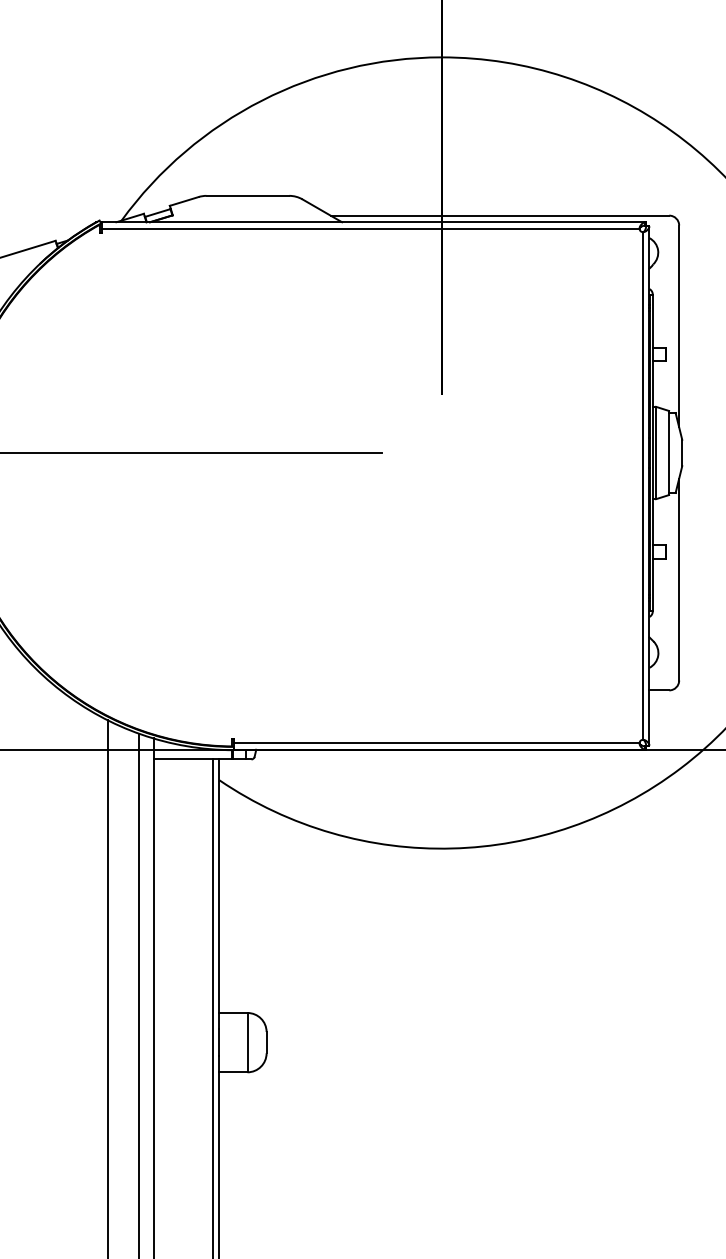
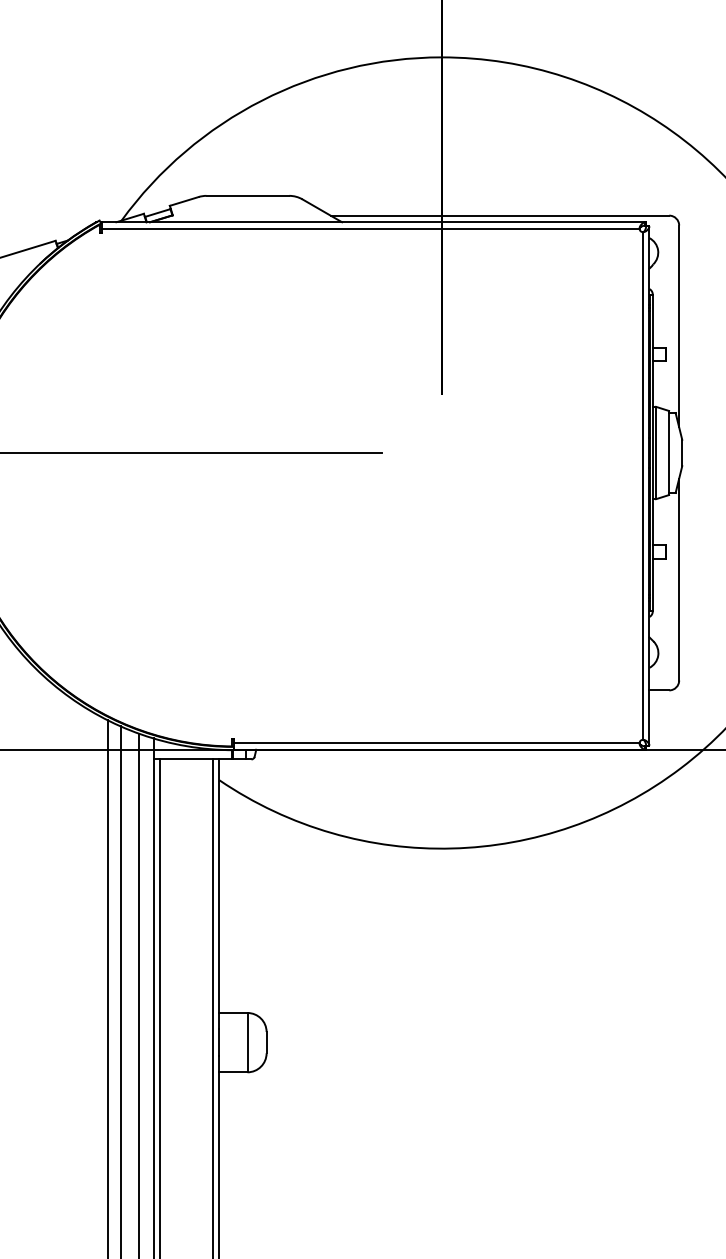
line at (120, 990): none -> present
line at (160, 1007): none -> present
